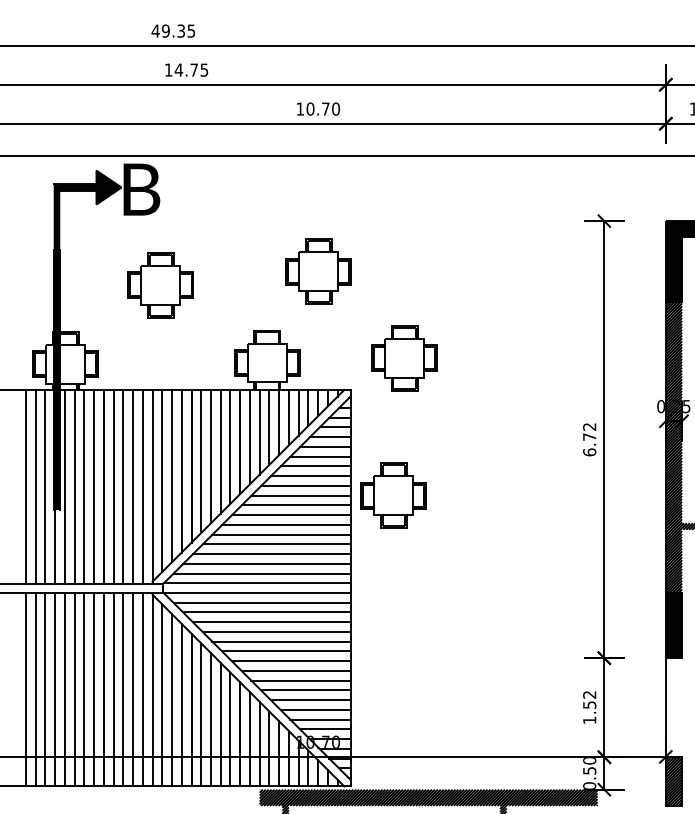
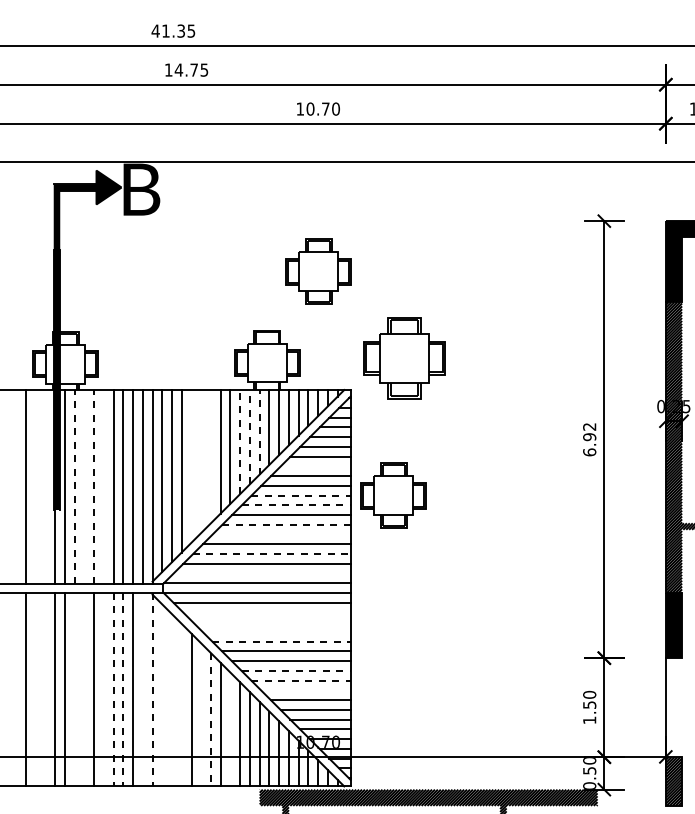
text at (165, 30): 49.35 -> 41.35
line at (346, 156) position: (346, 156) -> (346, 162)
part at (160, 285): present -> none
part at (404, 358) size: 67x67 px -> 83x83 px
line at (259, 431): solid -> dashed
line at (249, 436): solid -> dashed
text at (589, 437): 6.72 -> 6.92
line at (240, 441): solid -> dashed
line at (210, 456): present -> none
line at (201, 461): present -> none
line at (191, 466): present -> none
line at (315, 466): present -> none
line at (35, 486): present -> none
line at (45, 486): present -> none
line at (74, 486): solid -> dashed
line at (84, 486): present -> none
line at (94, 486): solid -> dashed
line at (103, 486): present -> none
line at (301, 495): solid -> dashed
line at (296, 505): solid -> dashed
line at (286, 524): solid -> dashed
line at (281, 534): present -> none
line at (271, 554): solid -> dashed
line at (261, 573): present -> none
line at (266, 612): present -> none
line at (271, 622): present -> none
line at (276, 631): present -> none
line at (282, 641): solid -> dashed
line at (296, 670): solid -> dashed
line at (301, 680): solid -> dashed
line at (35, 689): present -> none
line at (45, 689): present -> none
line at (74, 689): present -> none
line at (84, 689): present -> none
line at (103, 689): present -> none
line at (113, 689): solid -> dashed
line at (123, 689): solid -> dashed
line at (142, 689): present -> none
line at (152, 689): solid -> dashed
line at (305, 690): present -> none
text at (589, 694): 1.52 -> 1.50
line at (162, 695): present -> none
line at (172, 700): present -> none
line at (181, 704): present -> none
line at (201, 714): present -> none
line at (210, 719): solid -> dashed
line at (230, 729): present -> none
